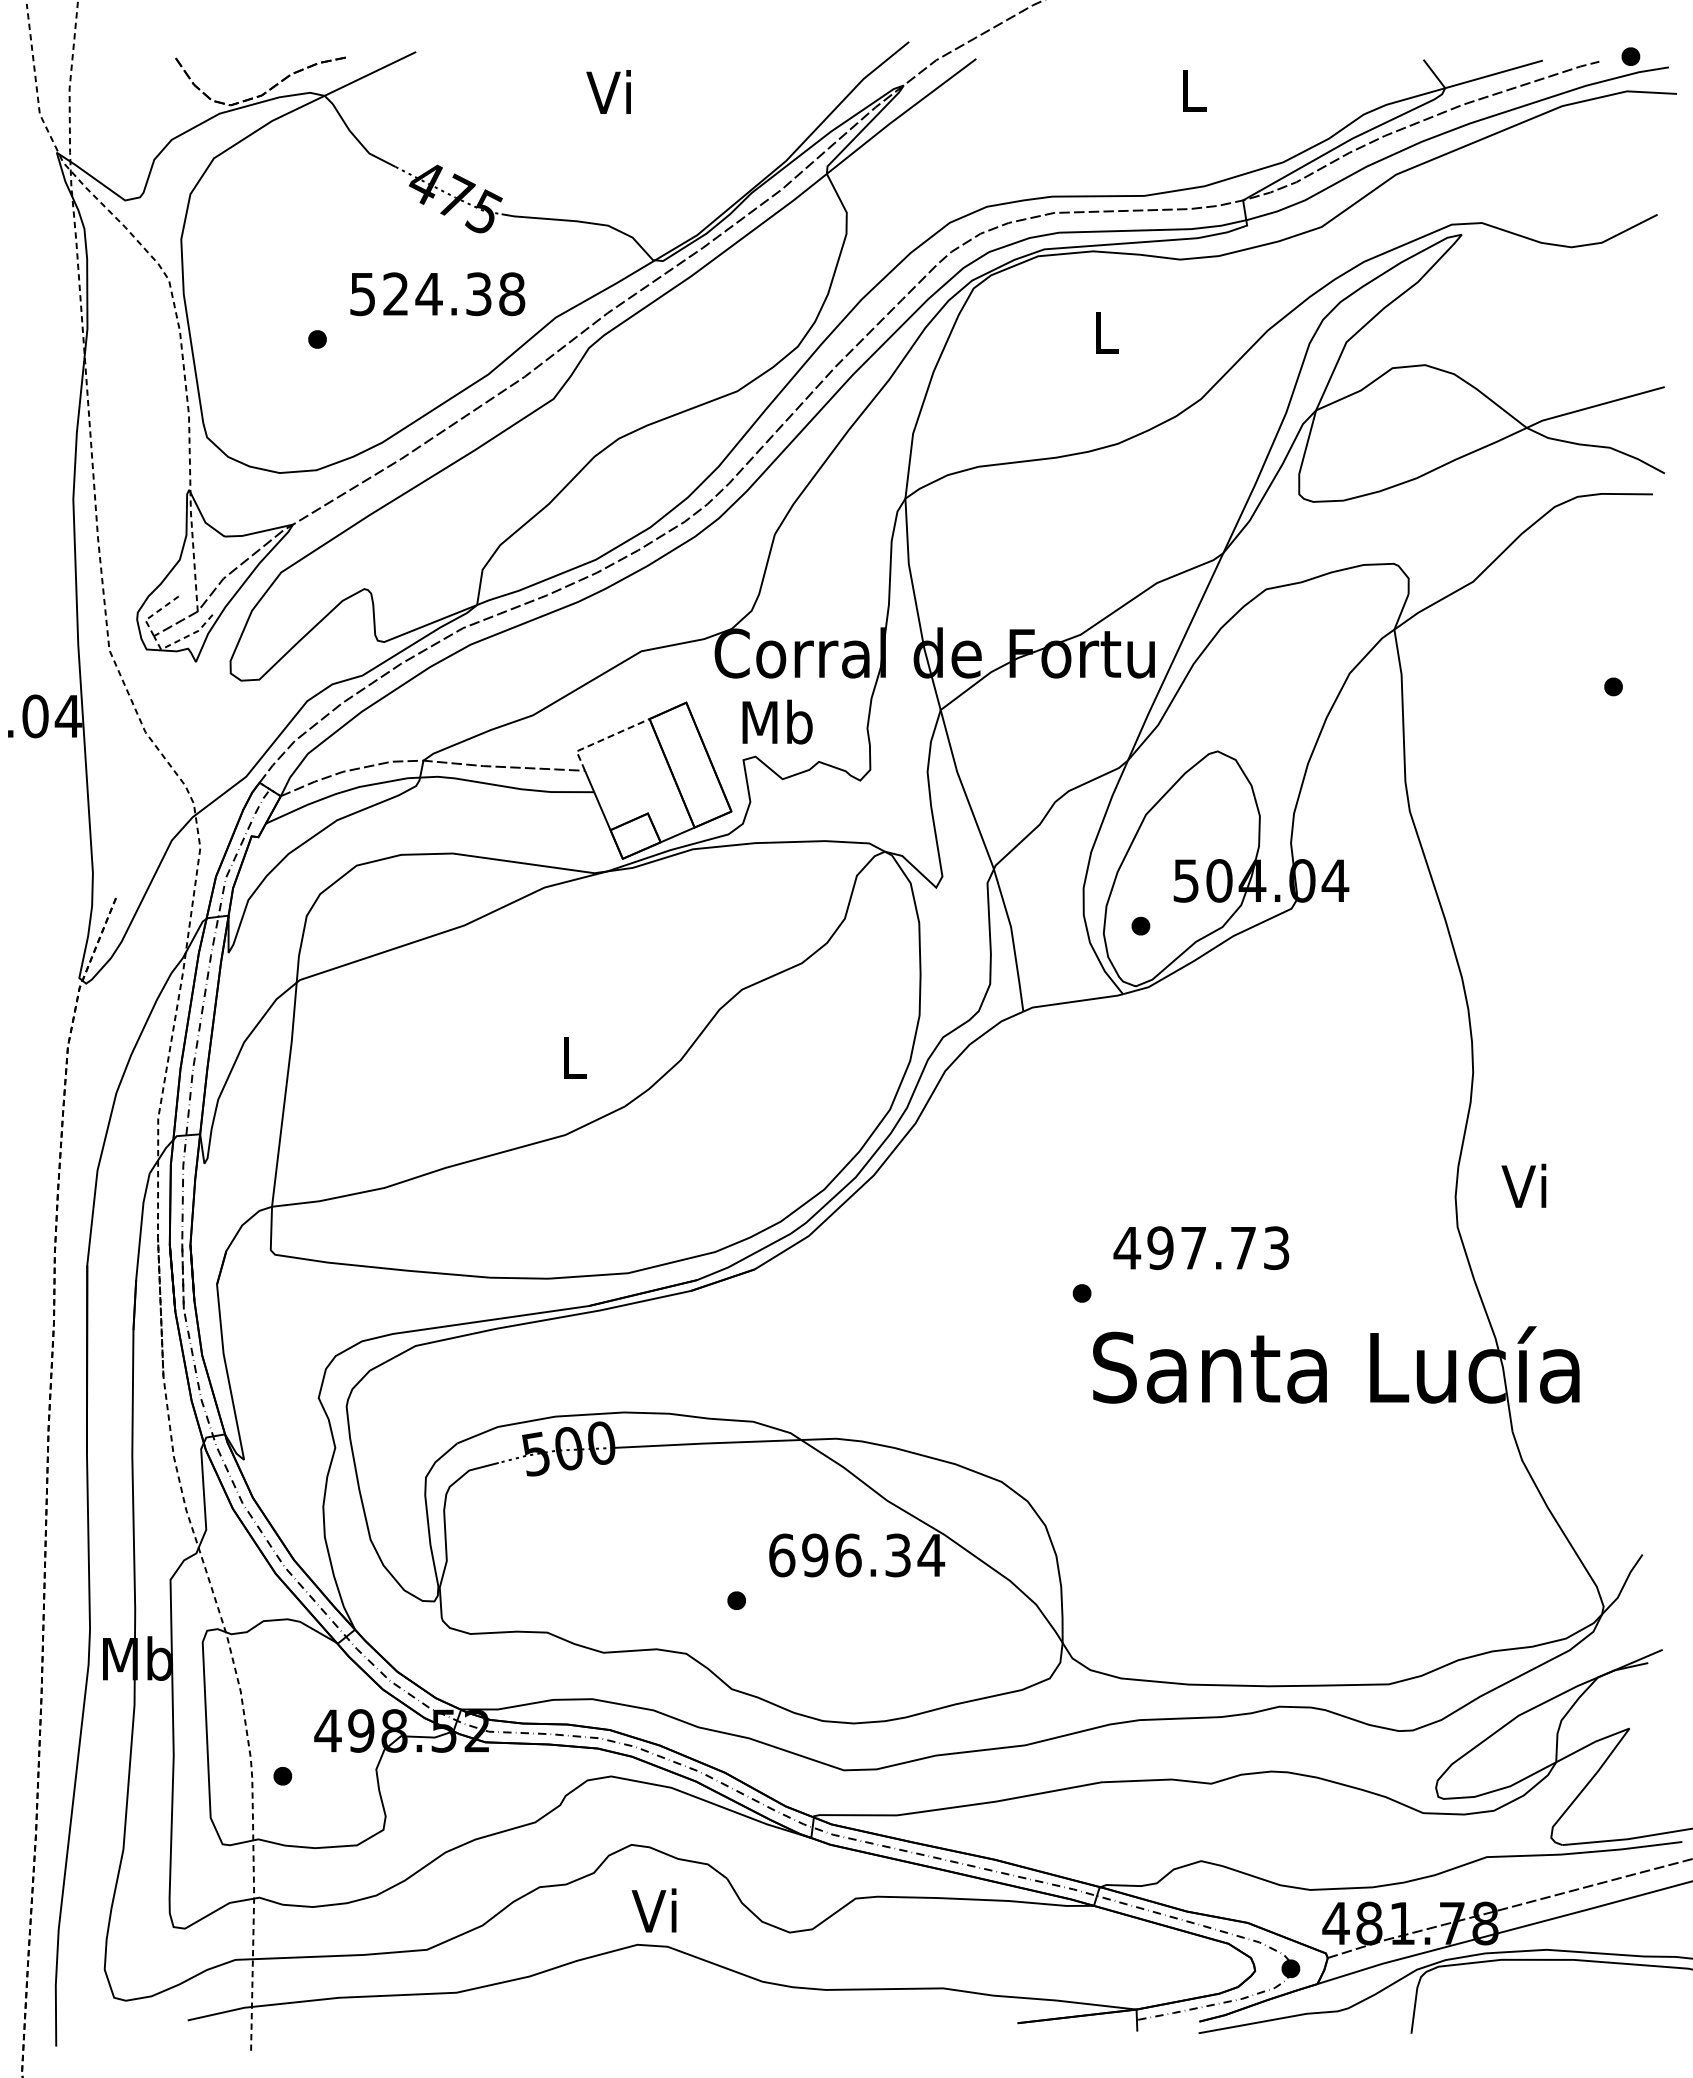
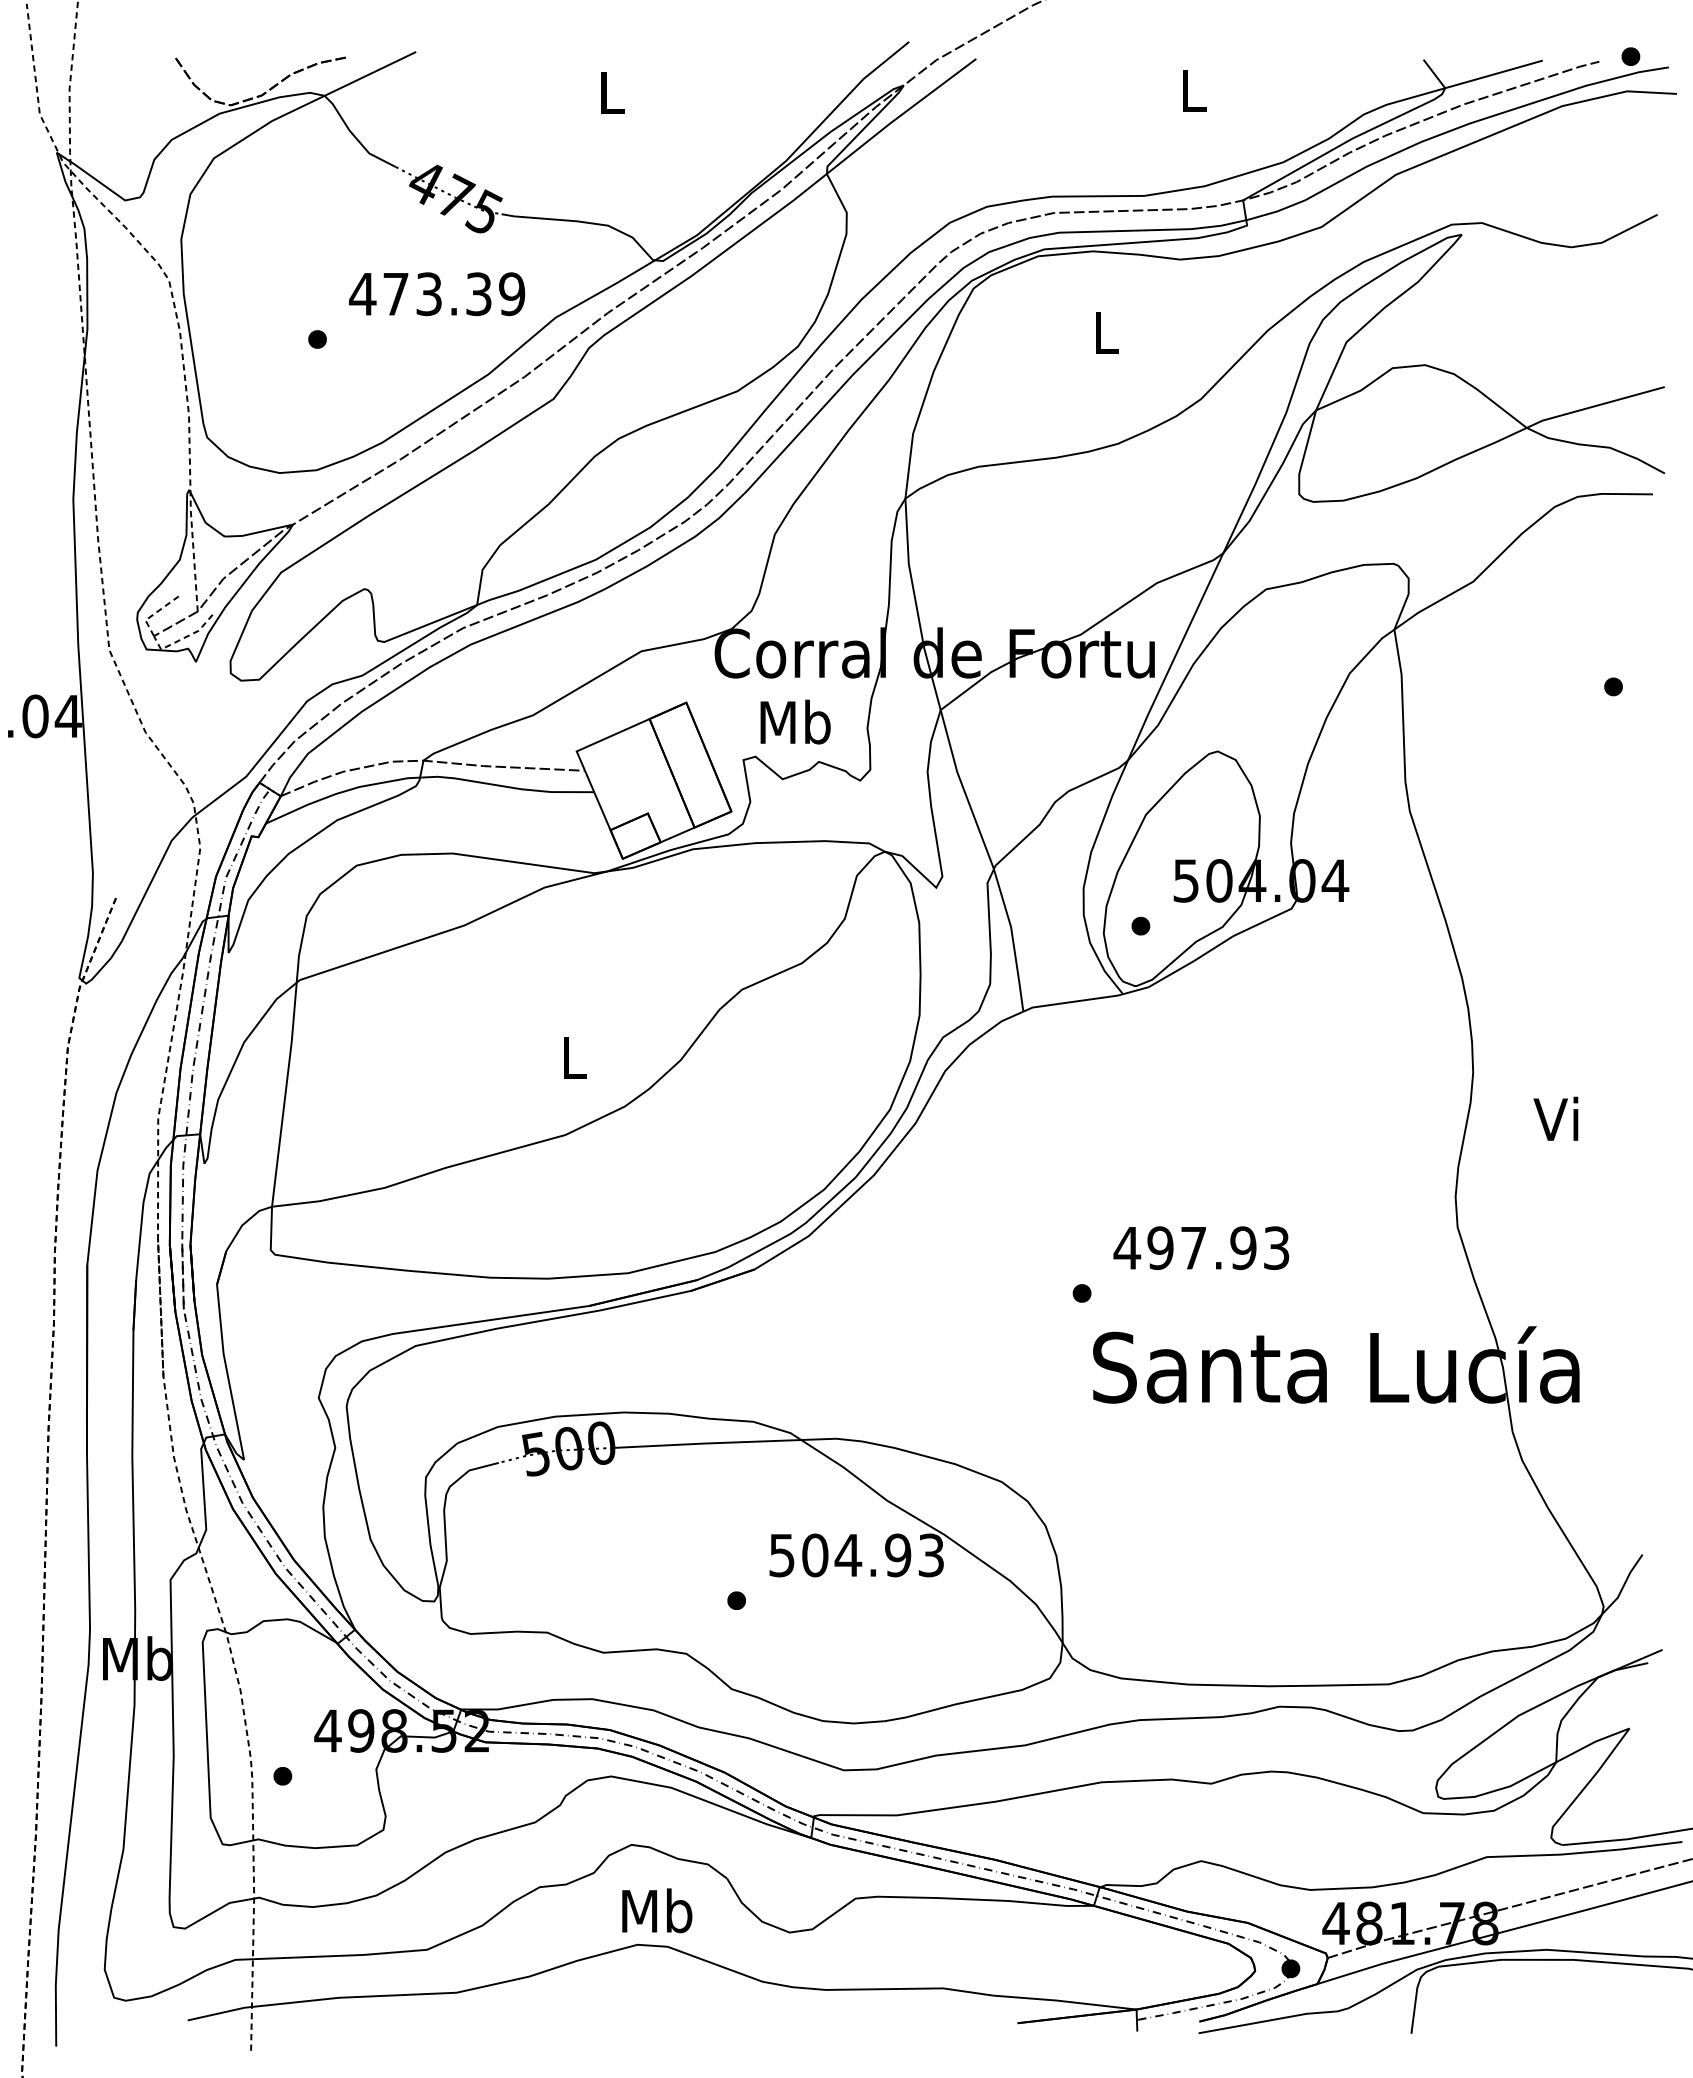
text at (608, 91): Vi -> L
text at (437, 294): 524.38 -> 473.39
text at (777, 721) position: (777, 721) -> (795, 721)
line at (603, 739): dashed -> solid
text at (1523, 1185) position: (1523, 1185) -> (1555, 1118)
text at (1243, 1248): 497.73 -> 497.93
text at (857, 1555): 696.34 -> 504.93
text at (657, 1910): Vi -> Mb
